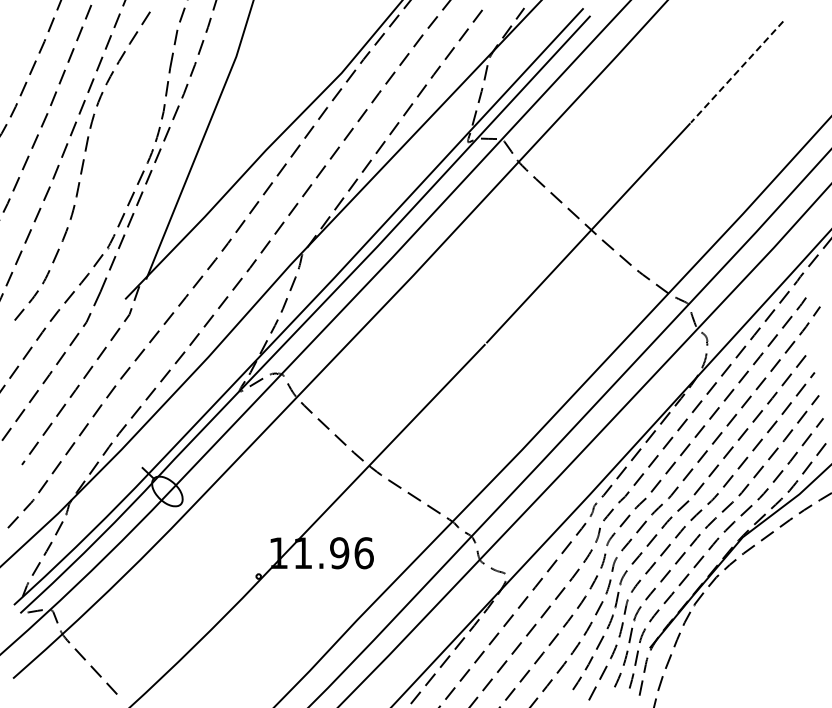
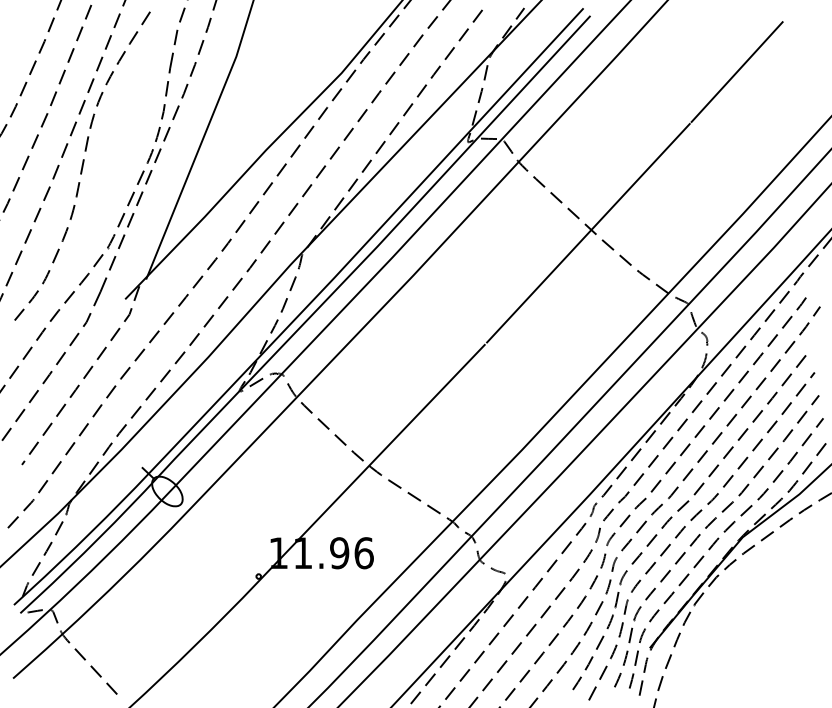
line at (736, 72): dashed -> solid
